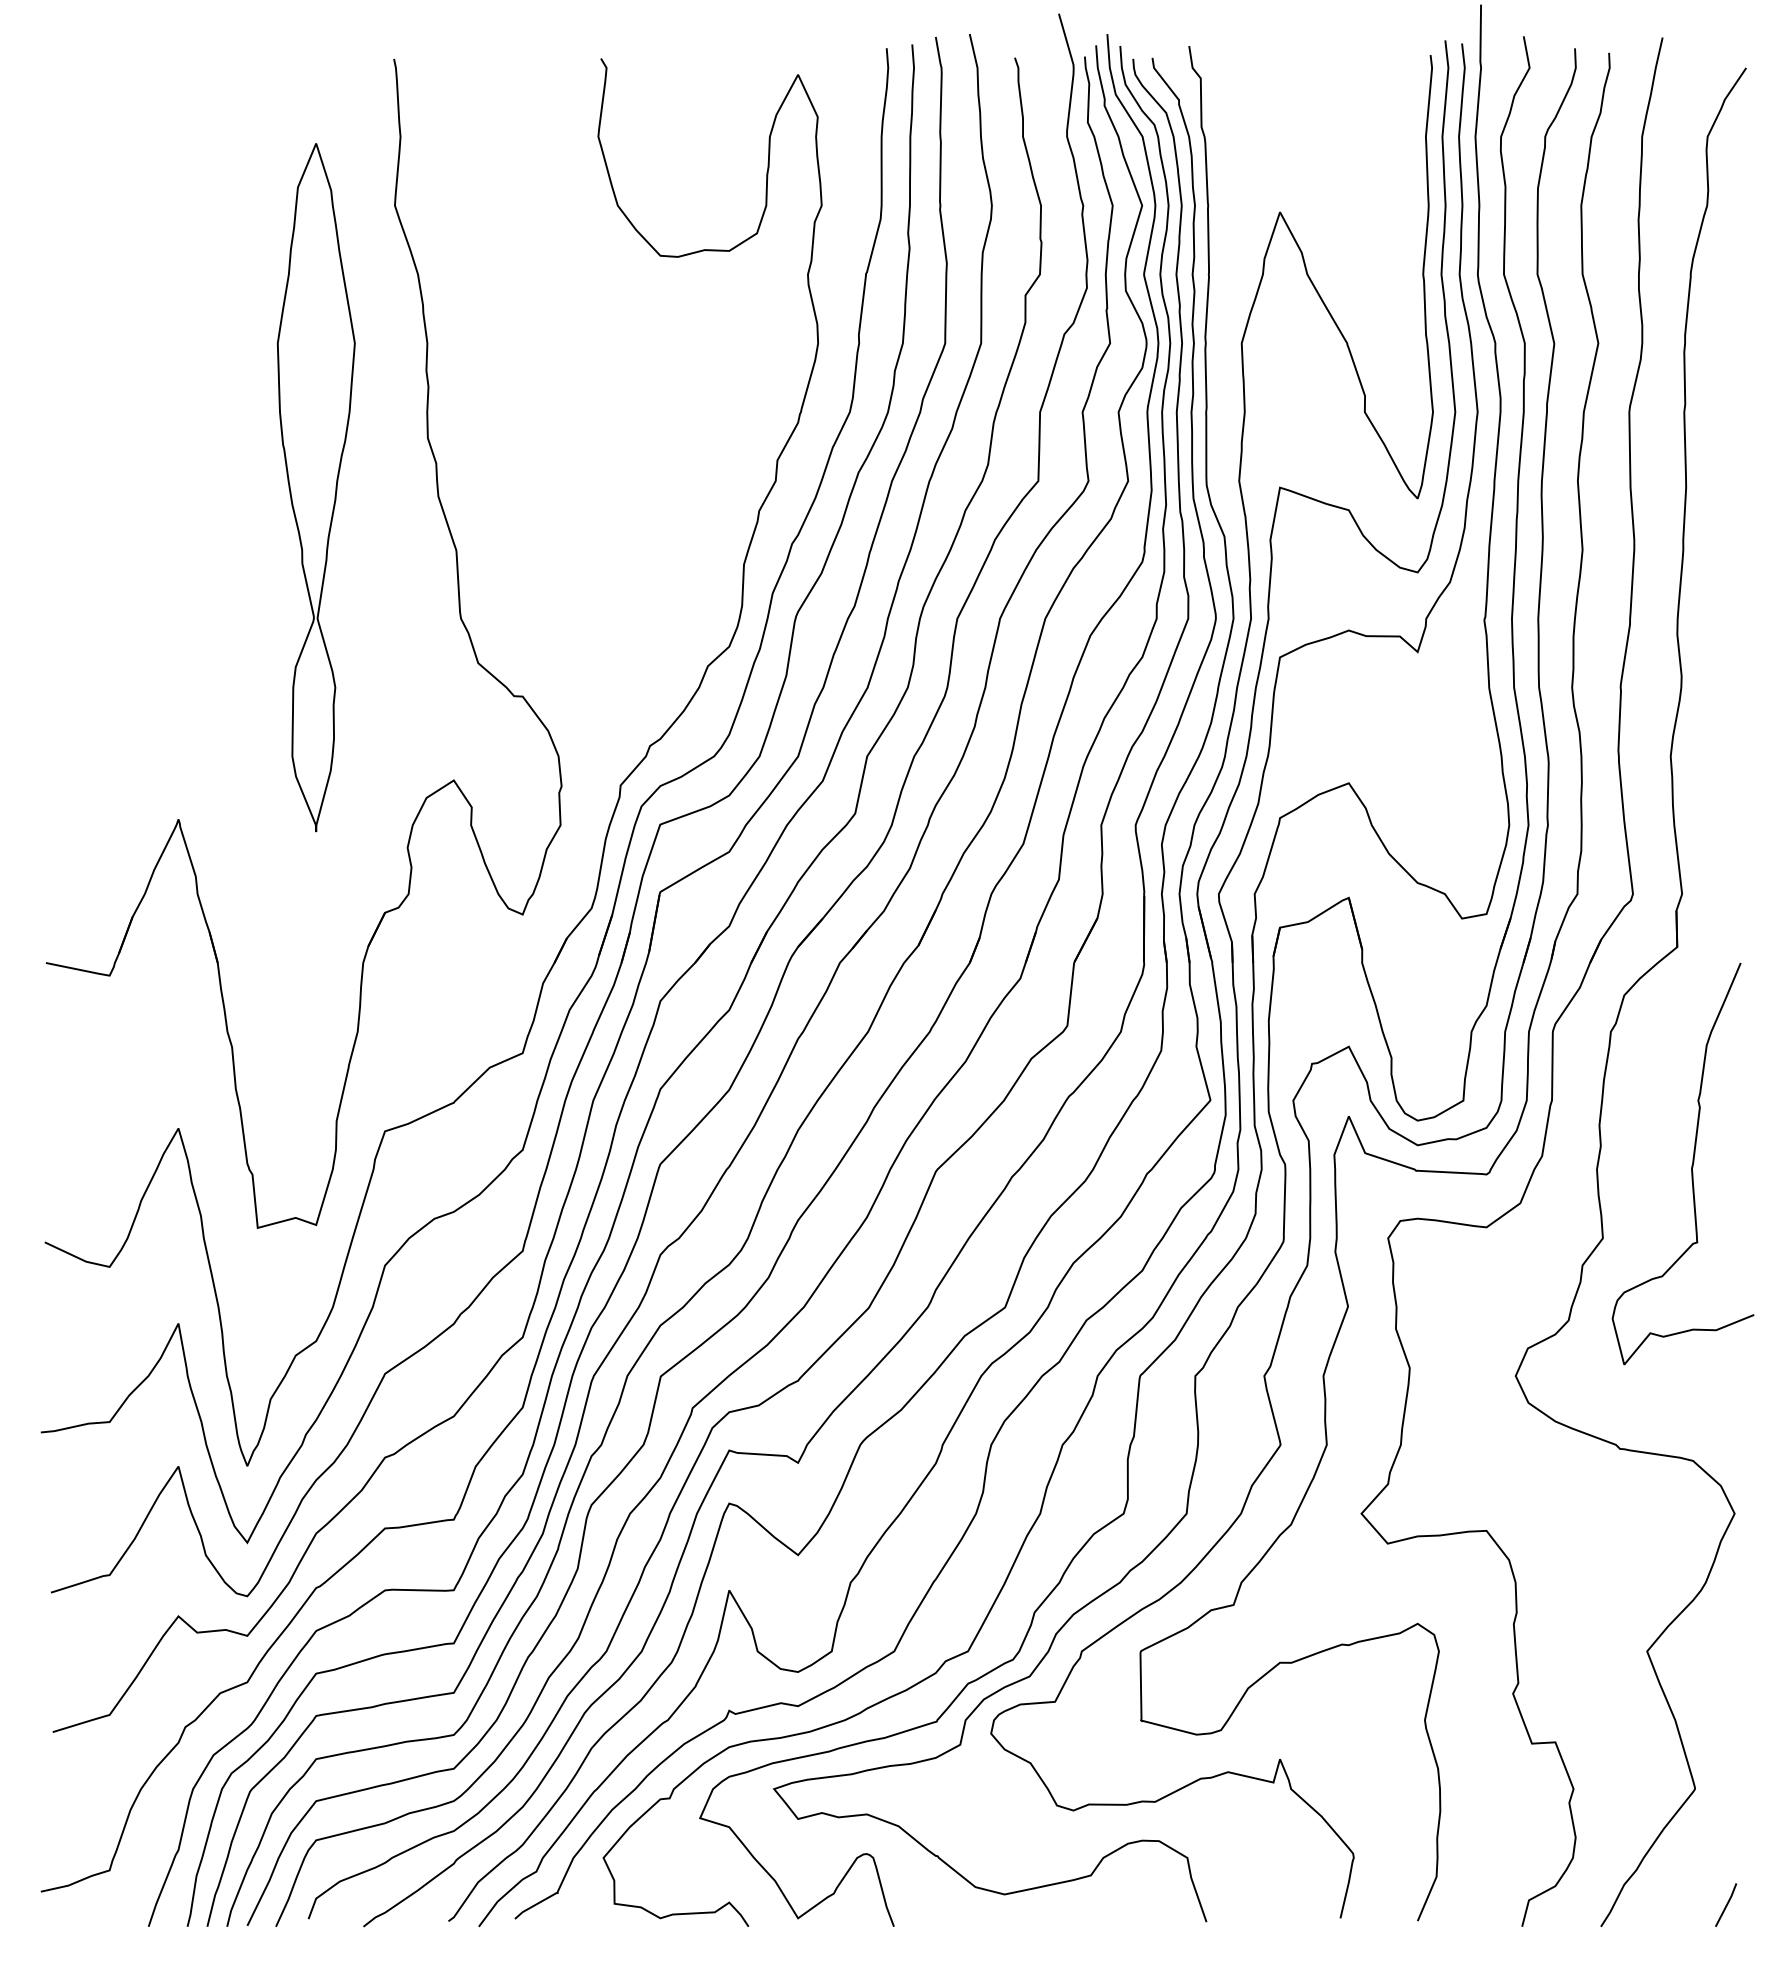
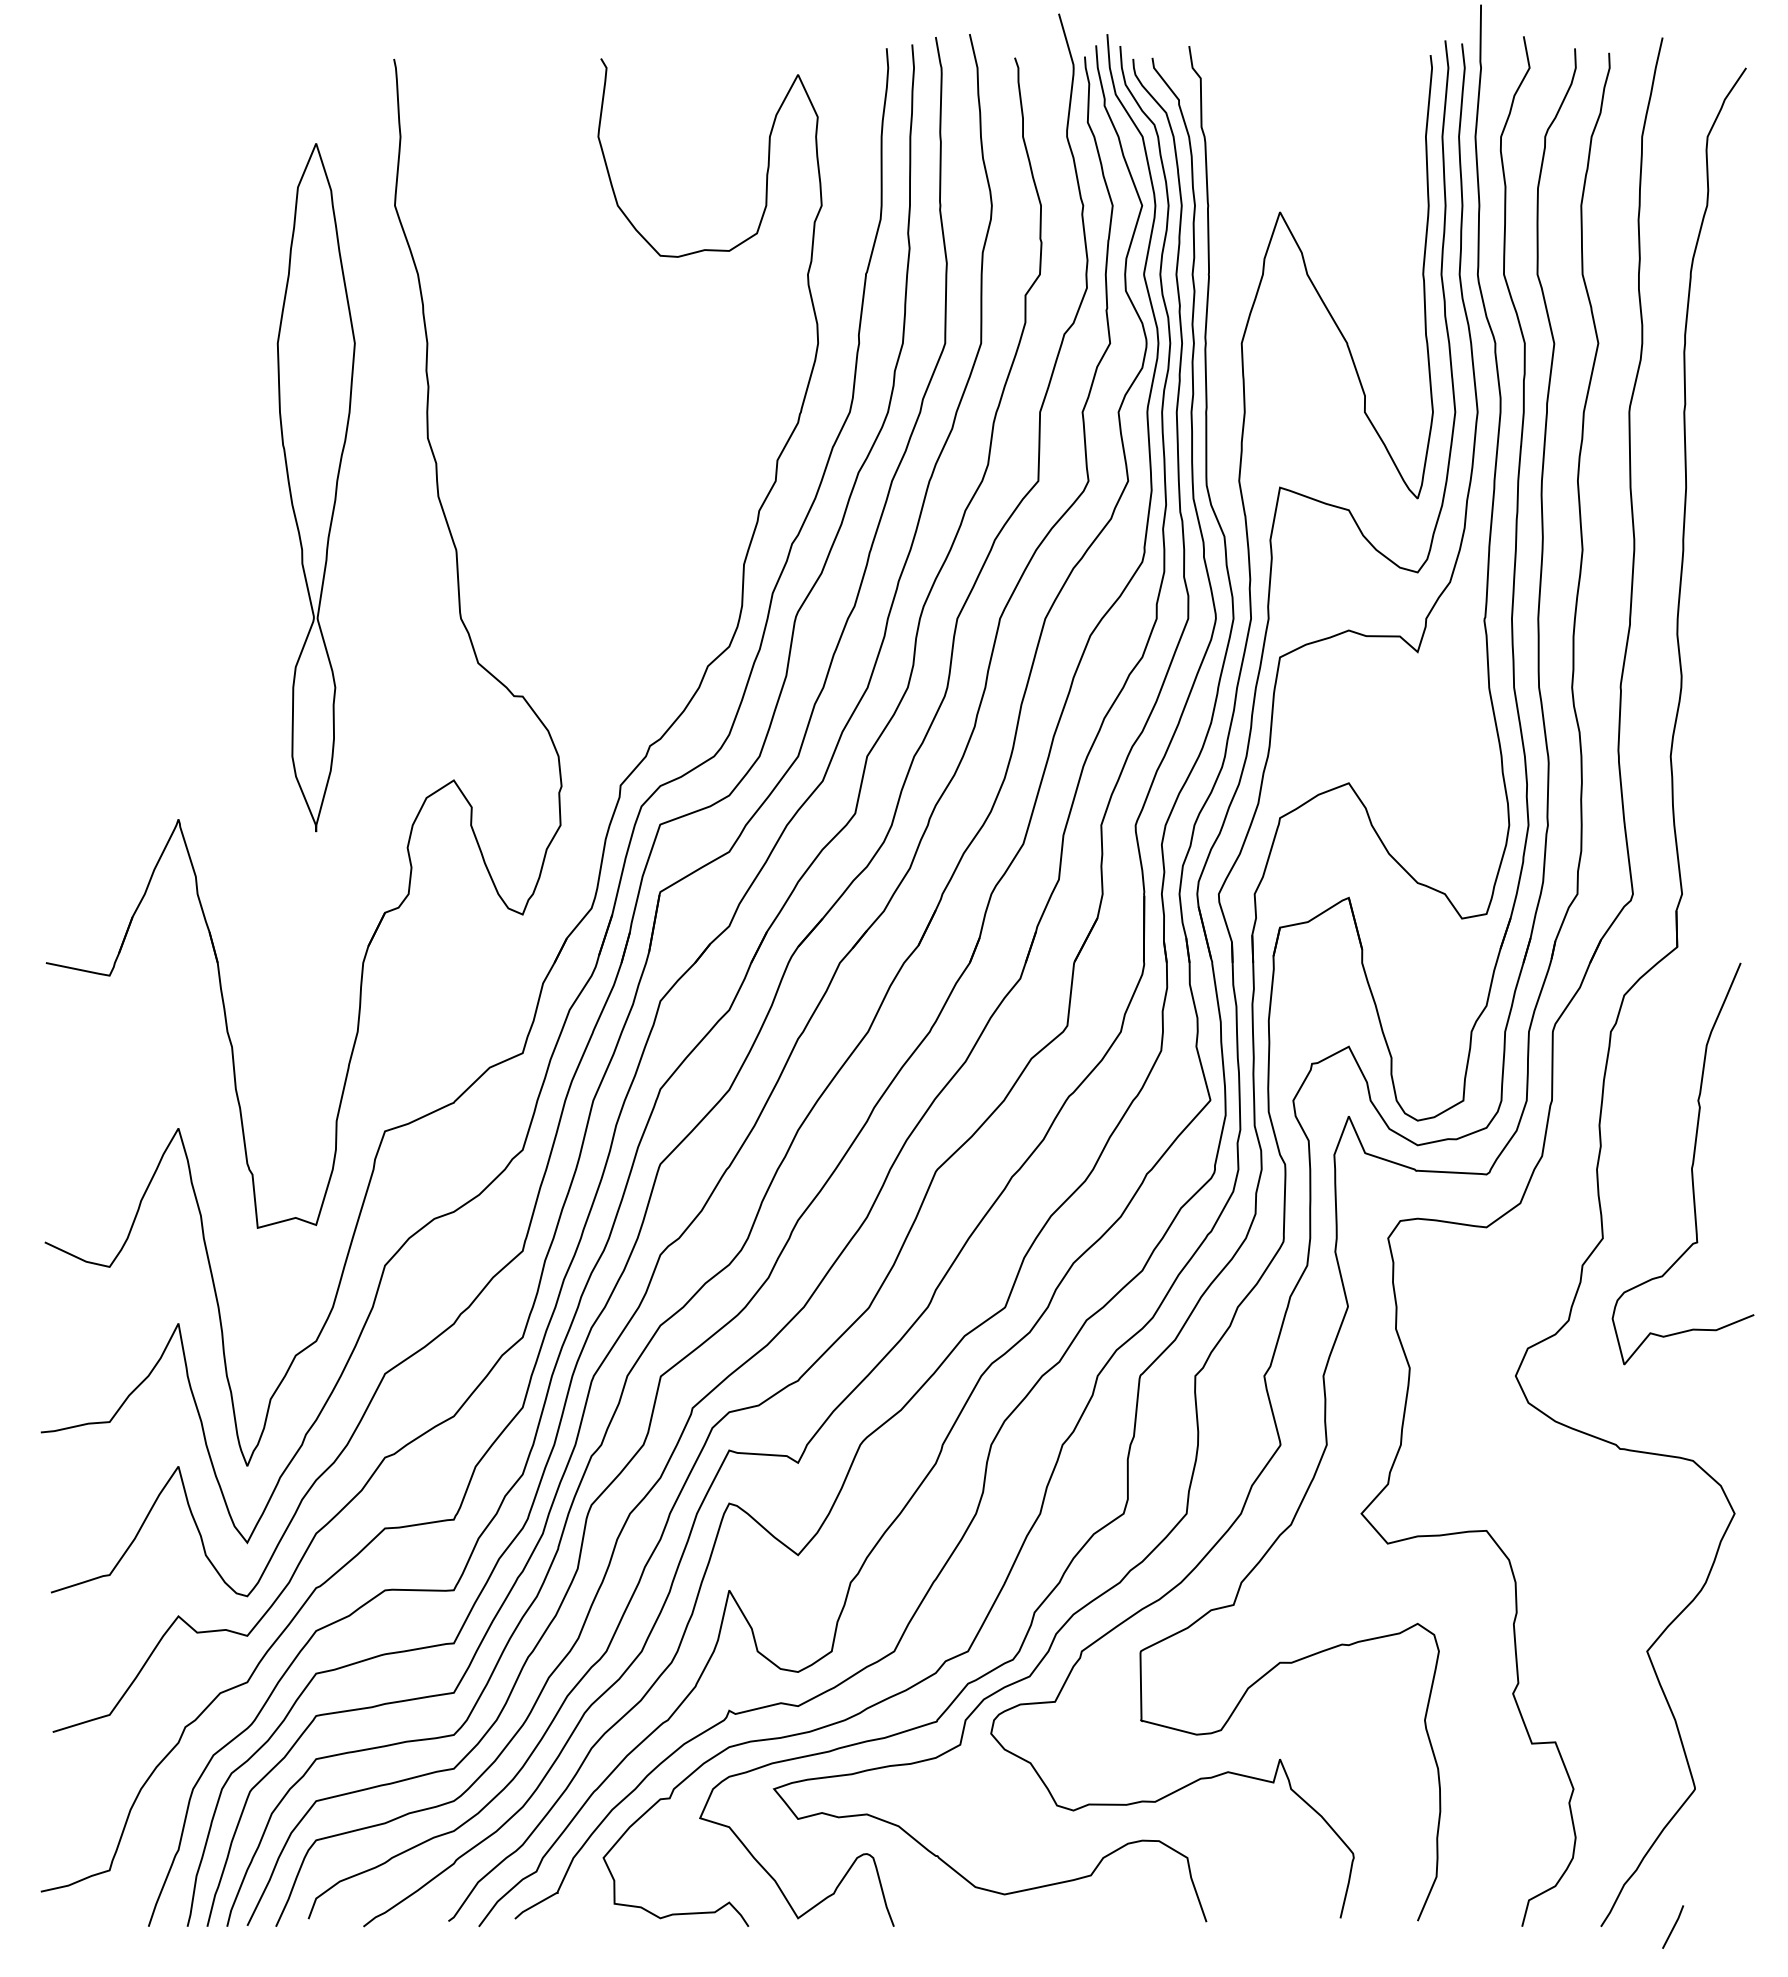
line at (1726, 1904) position: (1726, 1904) -> (1673, 1926)
